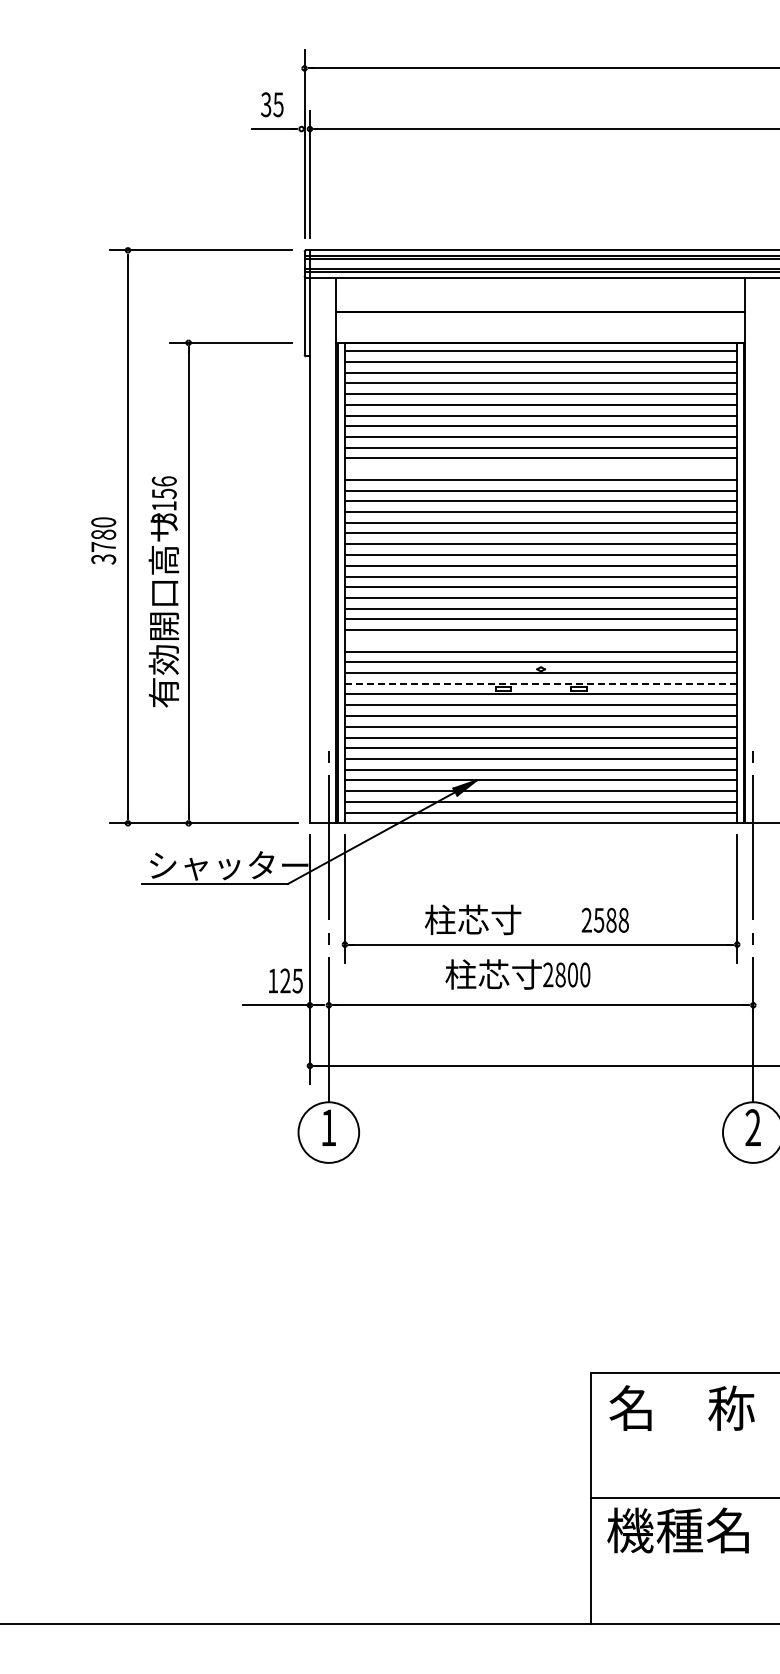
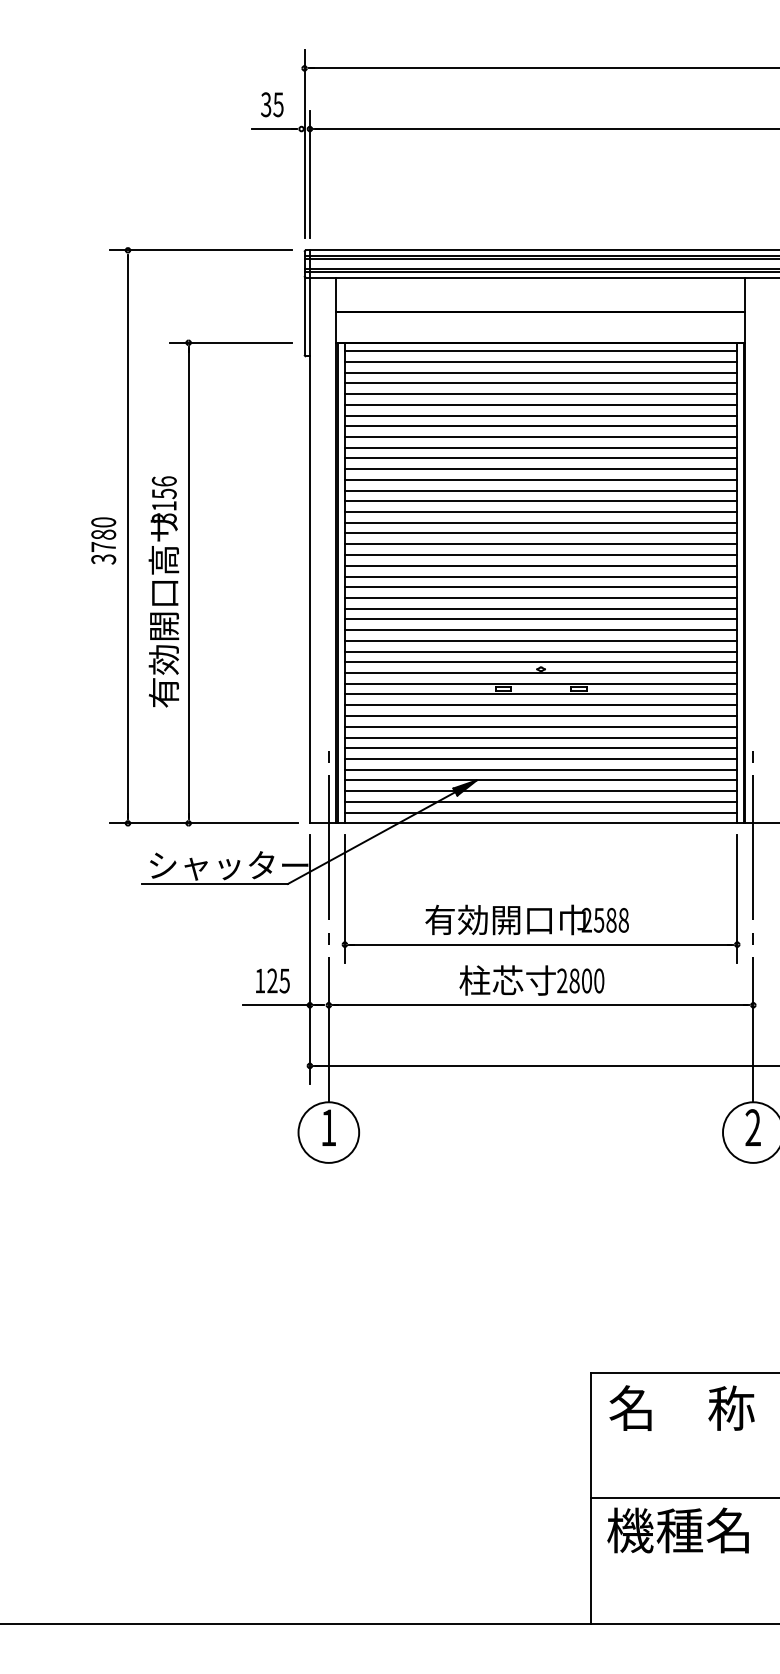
line at (540, 469): none -> present
line at (540, 640): none -> present
line at (540, 683): dashed -> solid
text at (504, 919): 柱芯寸 -> 有効開口巾
text at (517, 974) position: (517, 974) -> (531, 980)
text at (285, 980) position: (285, 980) -> (272, 980)
